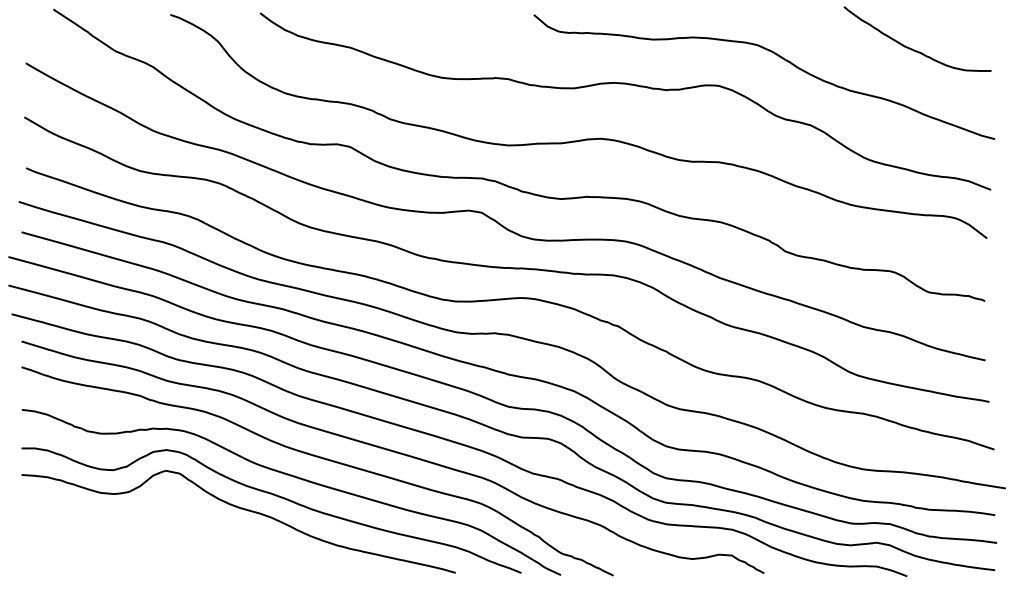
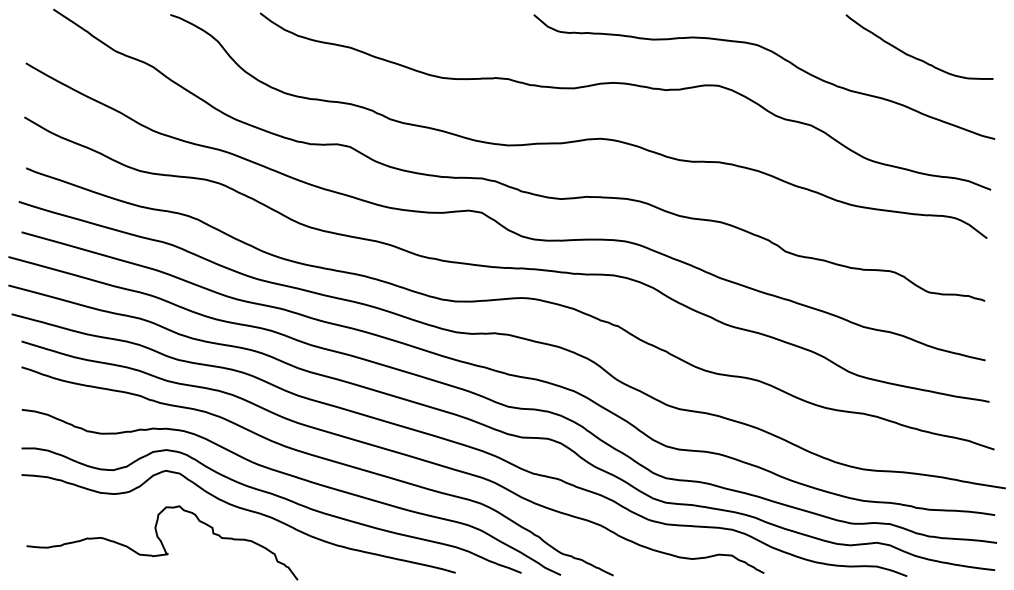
curve at (912, 48) position: (912, 48) -> (914, 56)
curve at (162, 542): none -> present
